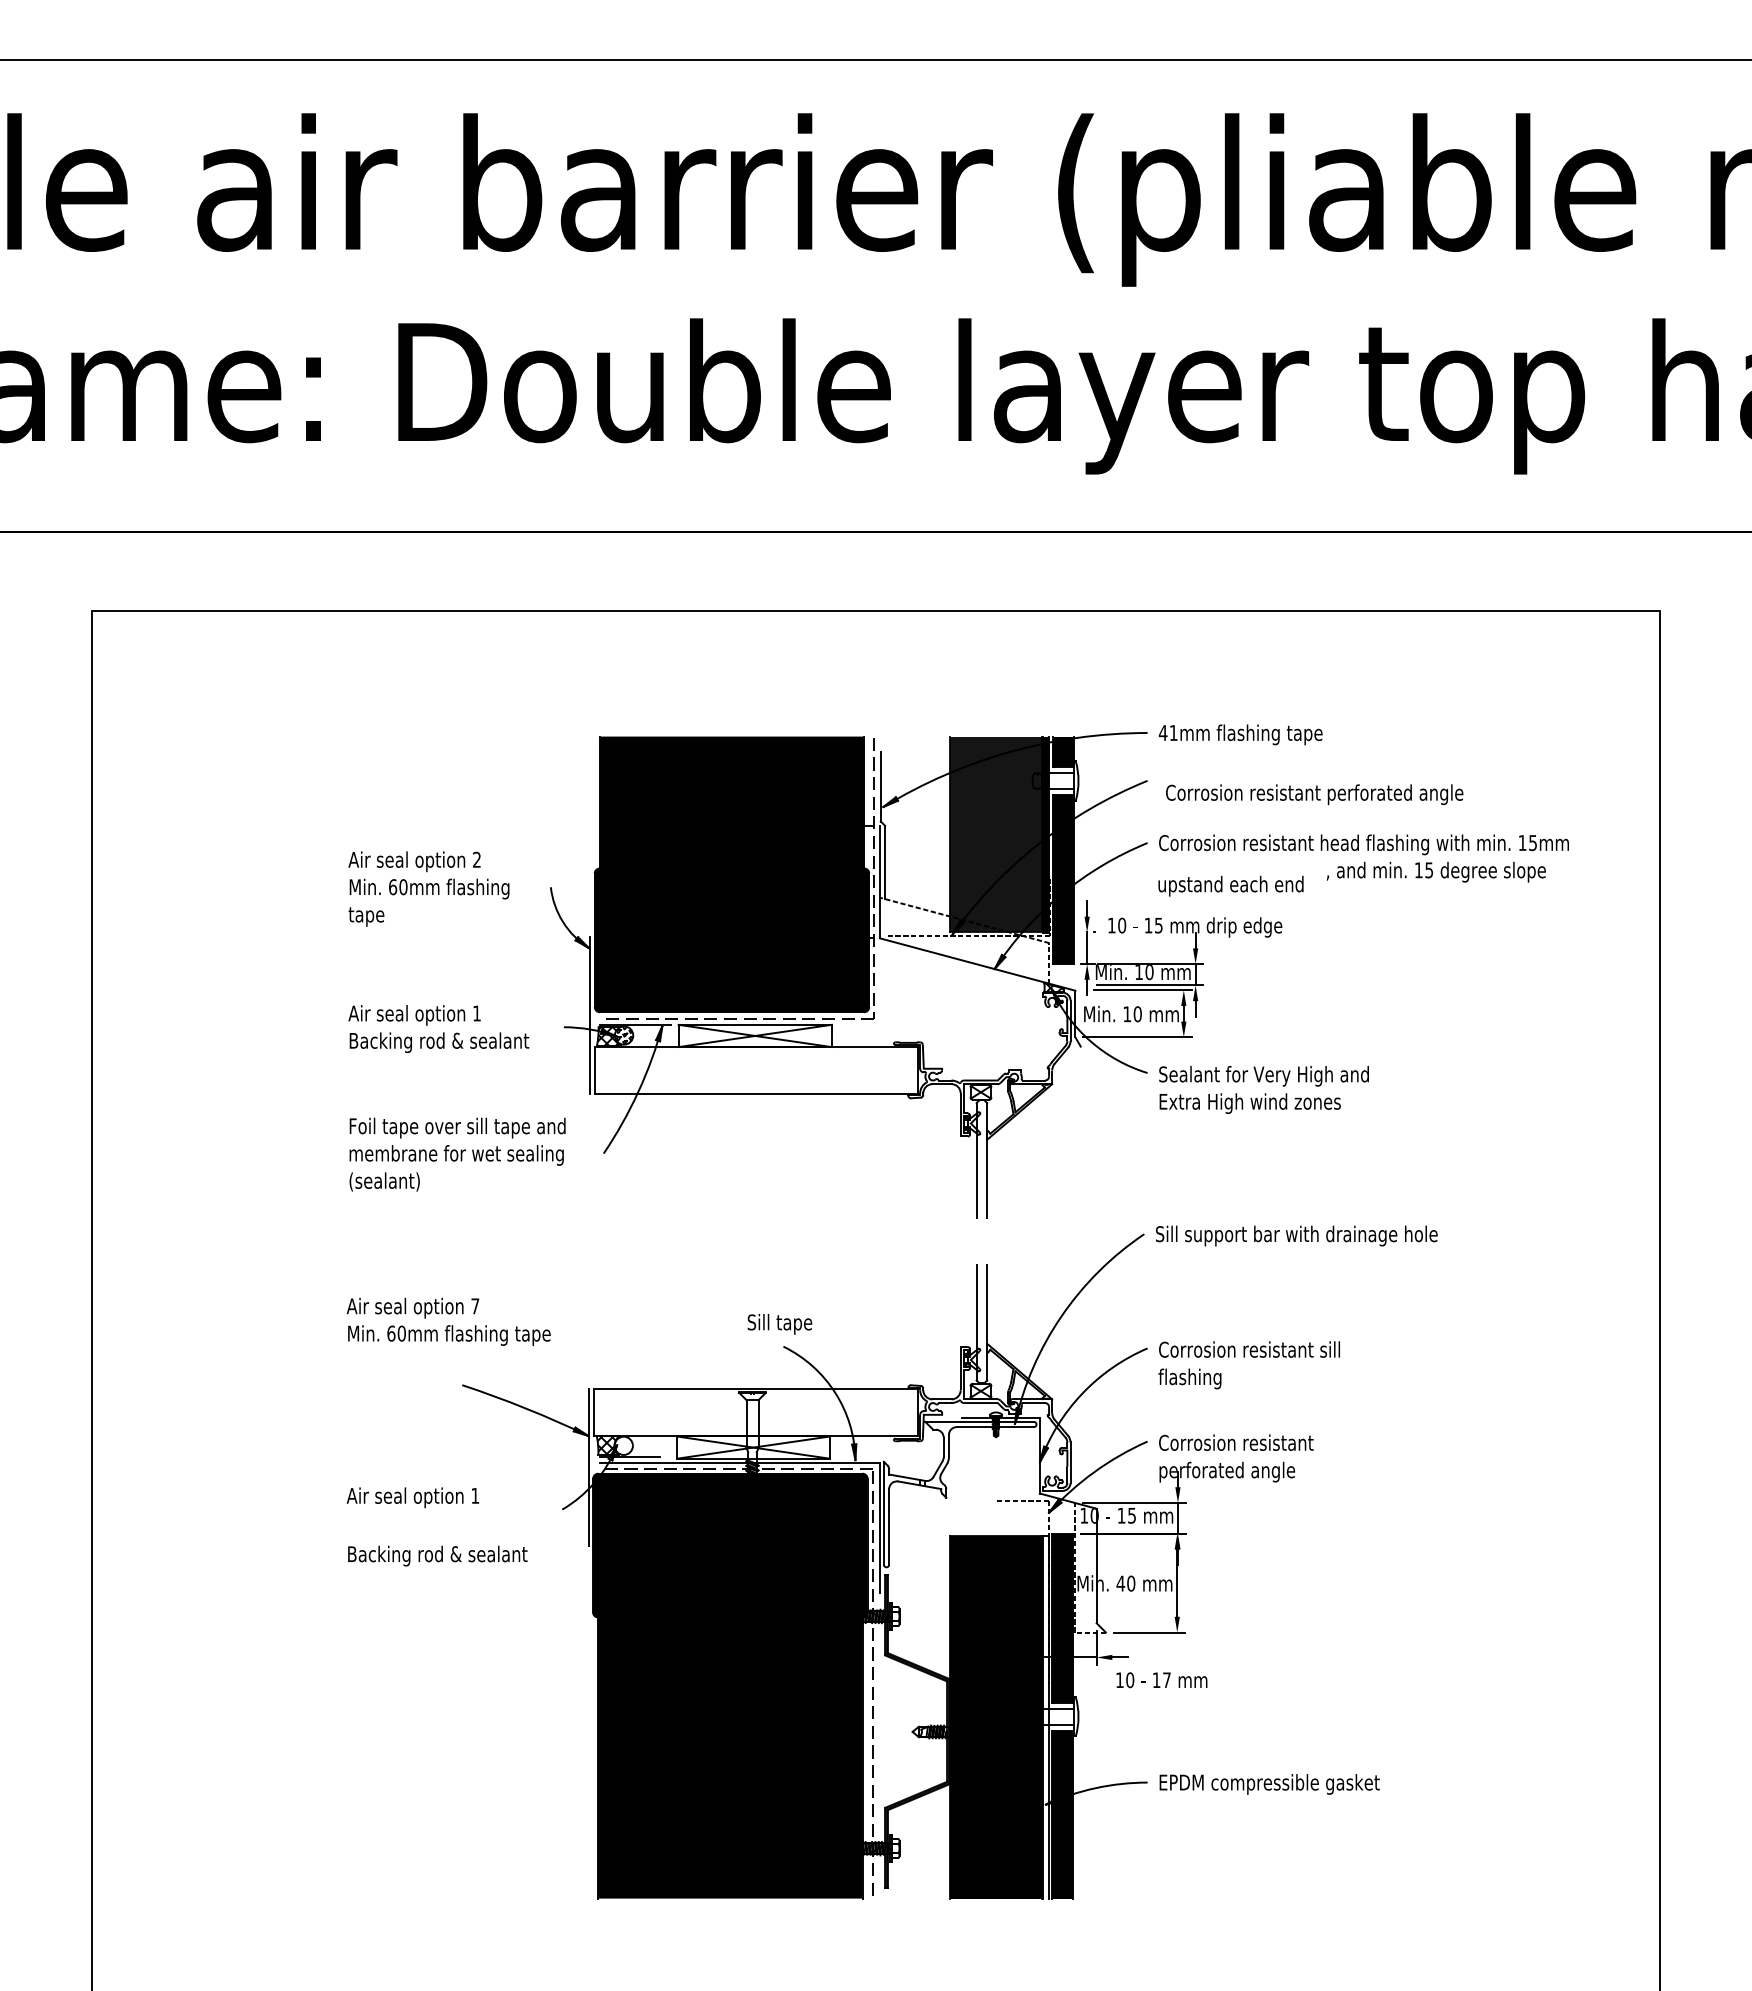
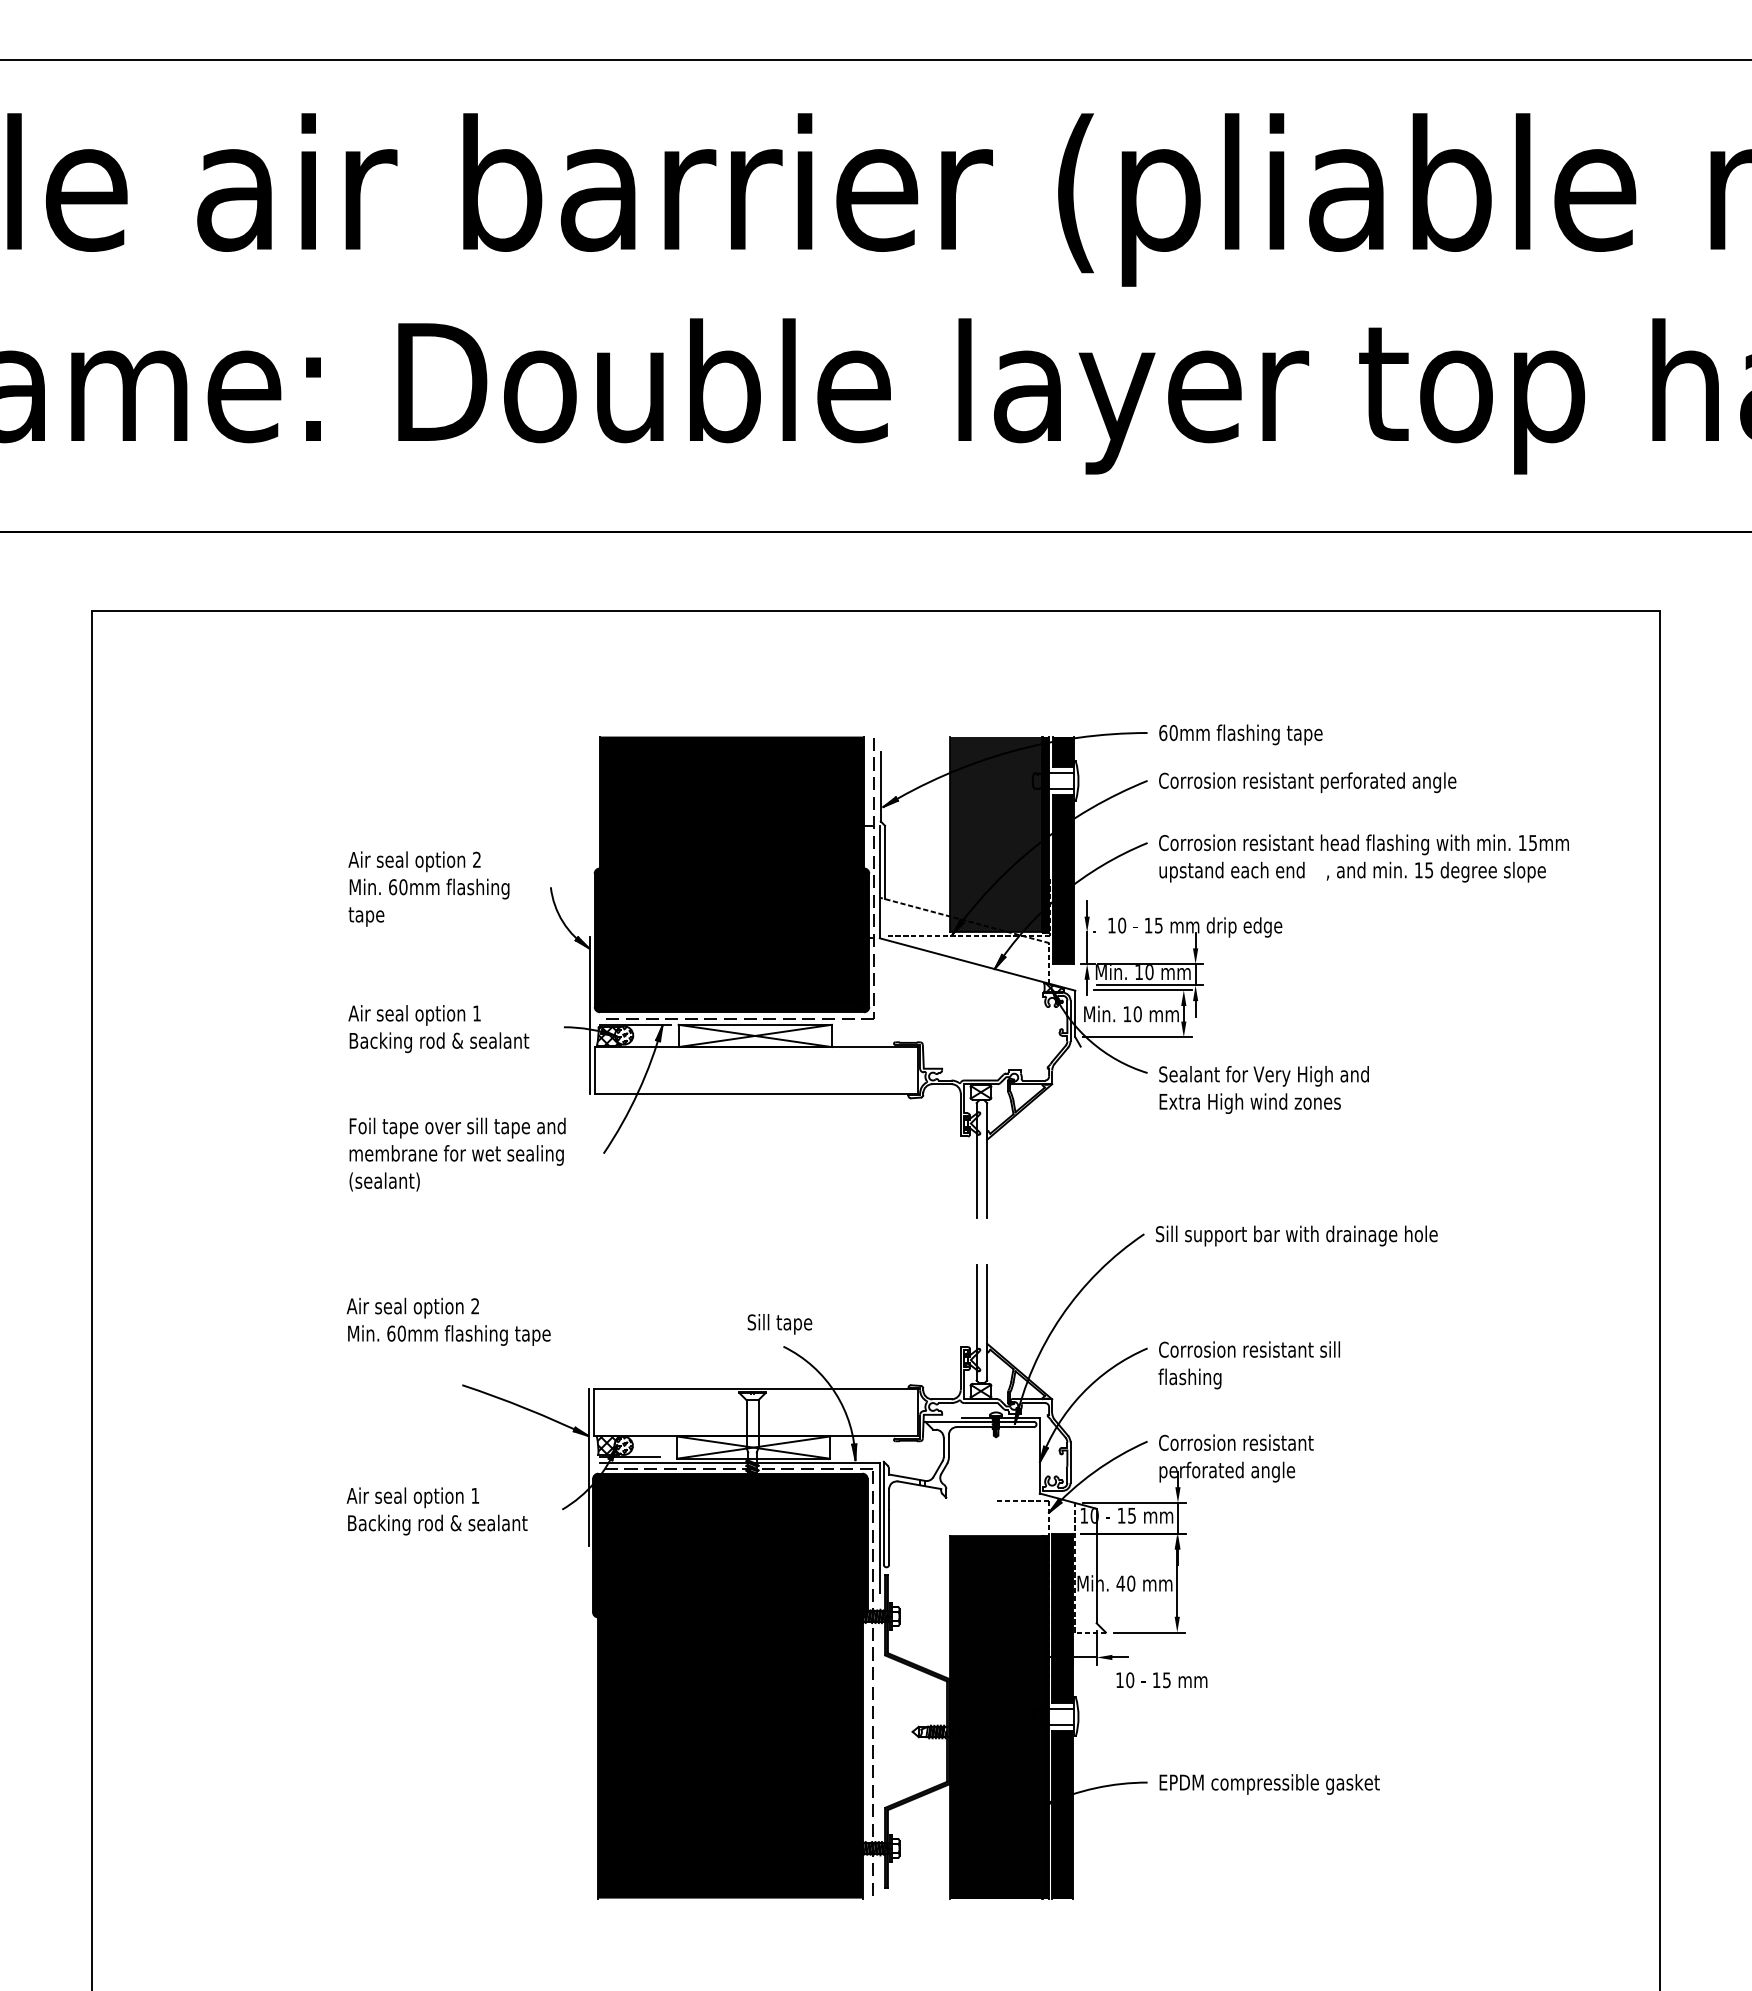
text at (1167, 733): 41mm -> 60mm
text at (1314, 794) position: (1314, 794) -> (1307, 782)
text at (1230, 885) position: (1230, 885) -> (1231, 871)
text at (475, 1306): 7 -> 2
hatch at (623, 1445): none -> present
text at (437, 1555) position: (437, 1555) -> (437, 1524)
text at (1166, 1680): 17 -> 15
fill at (1045, 1717): none -> present
